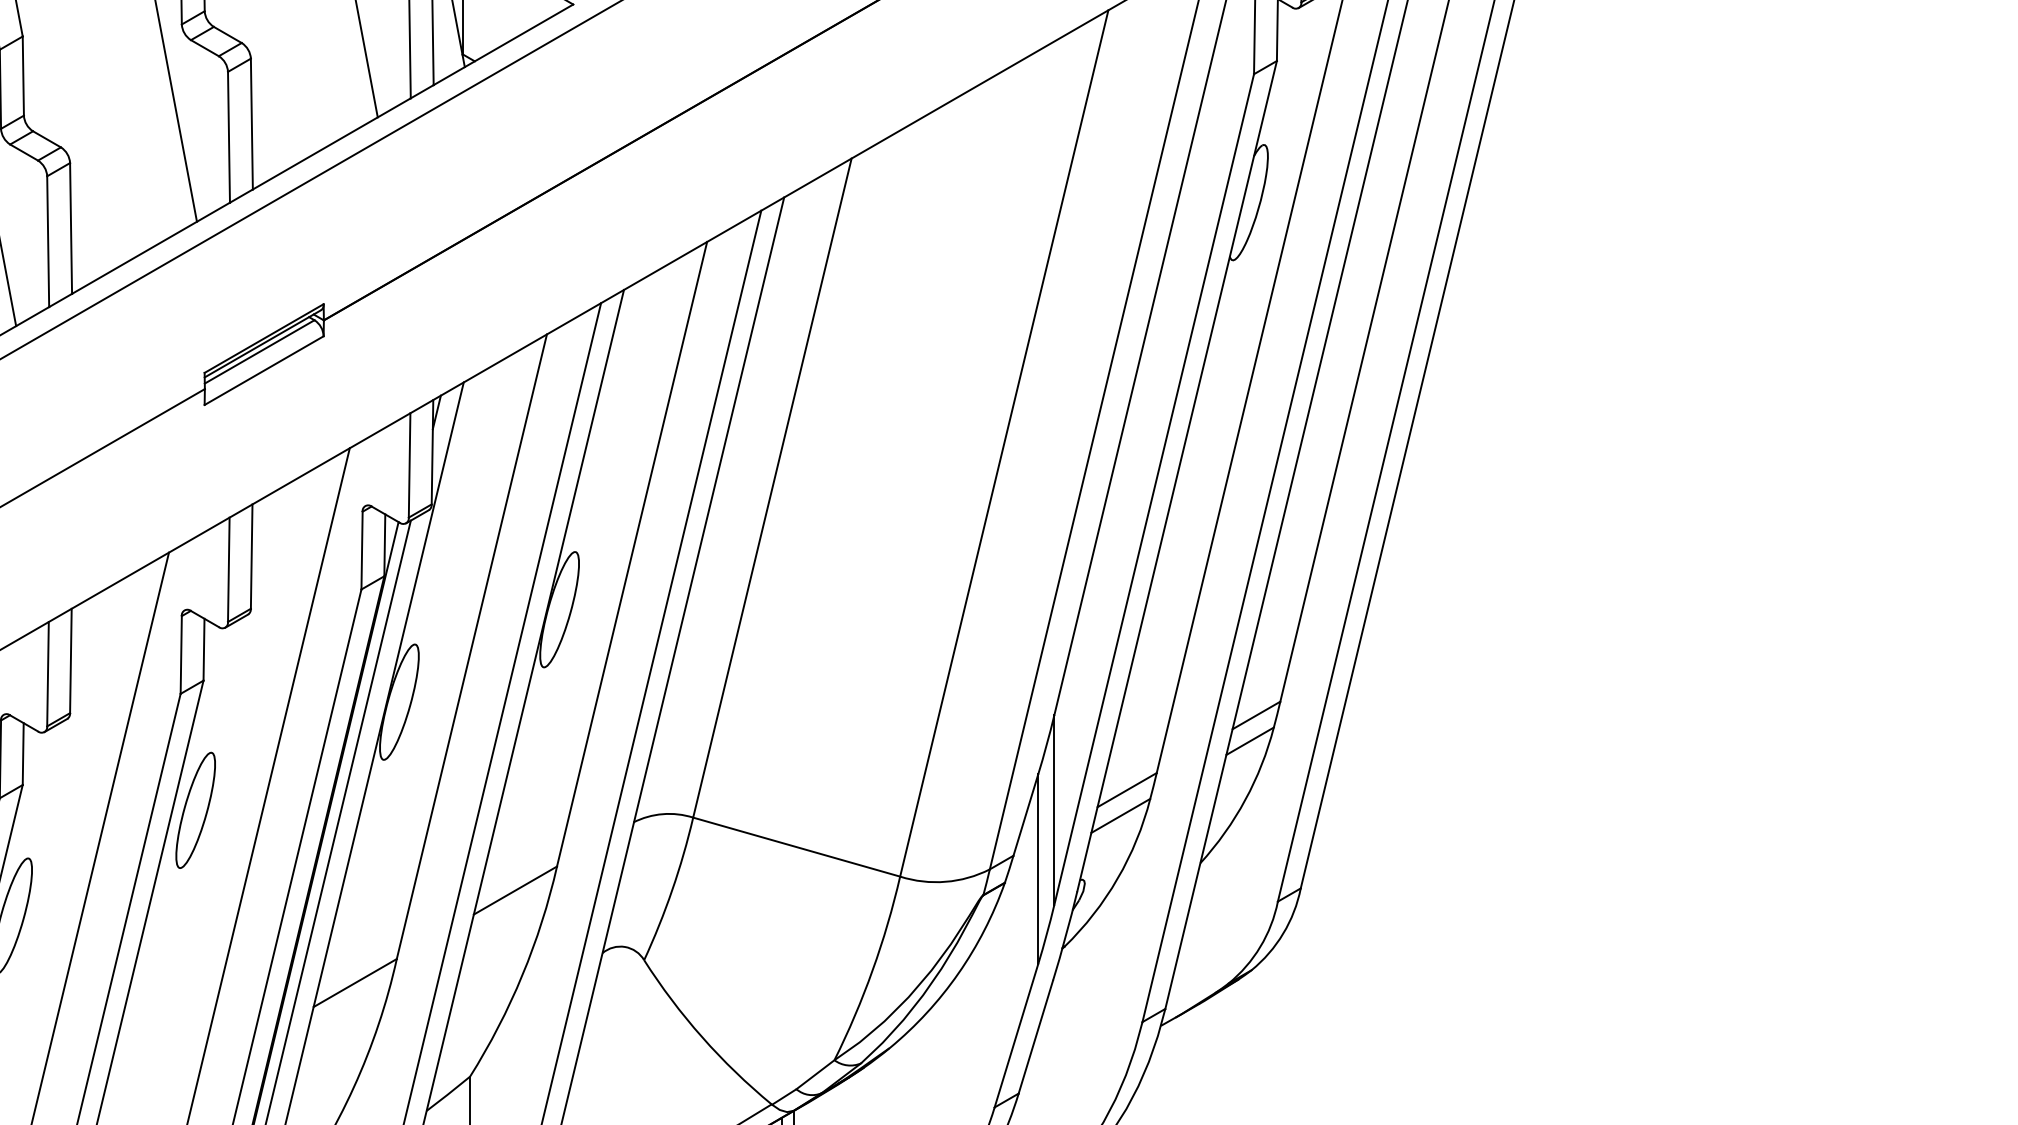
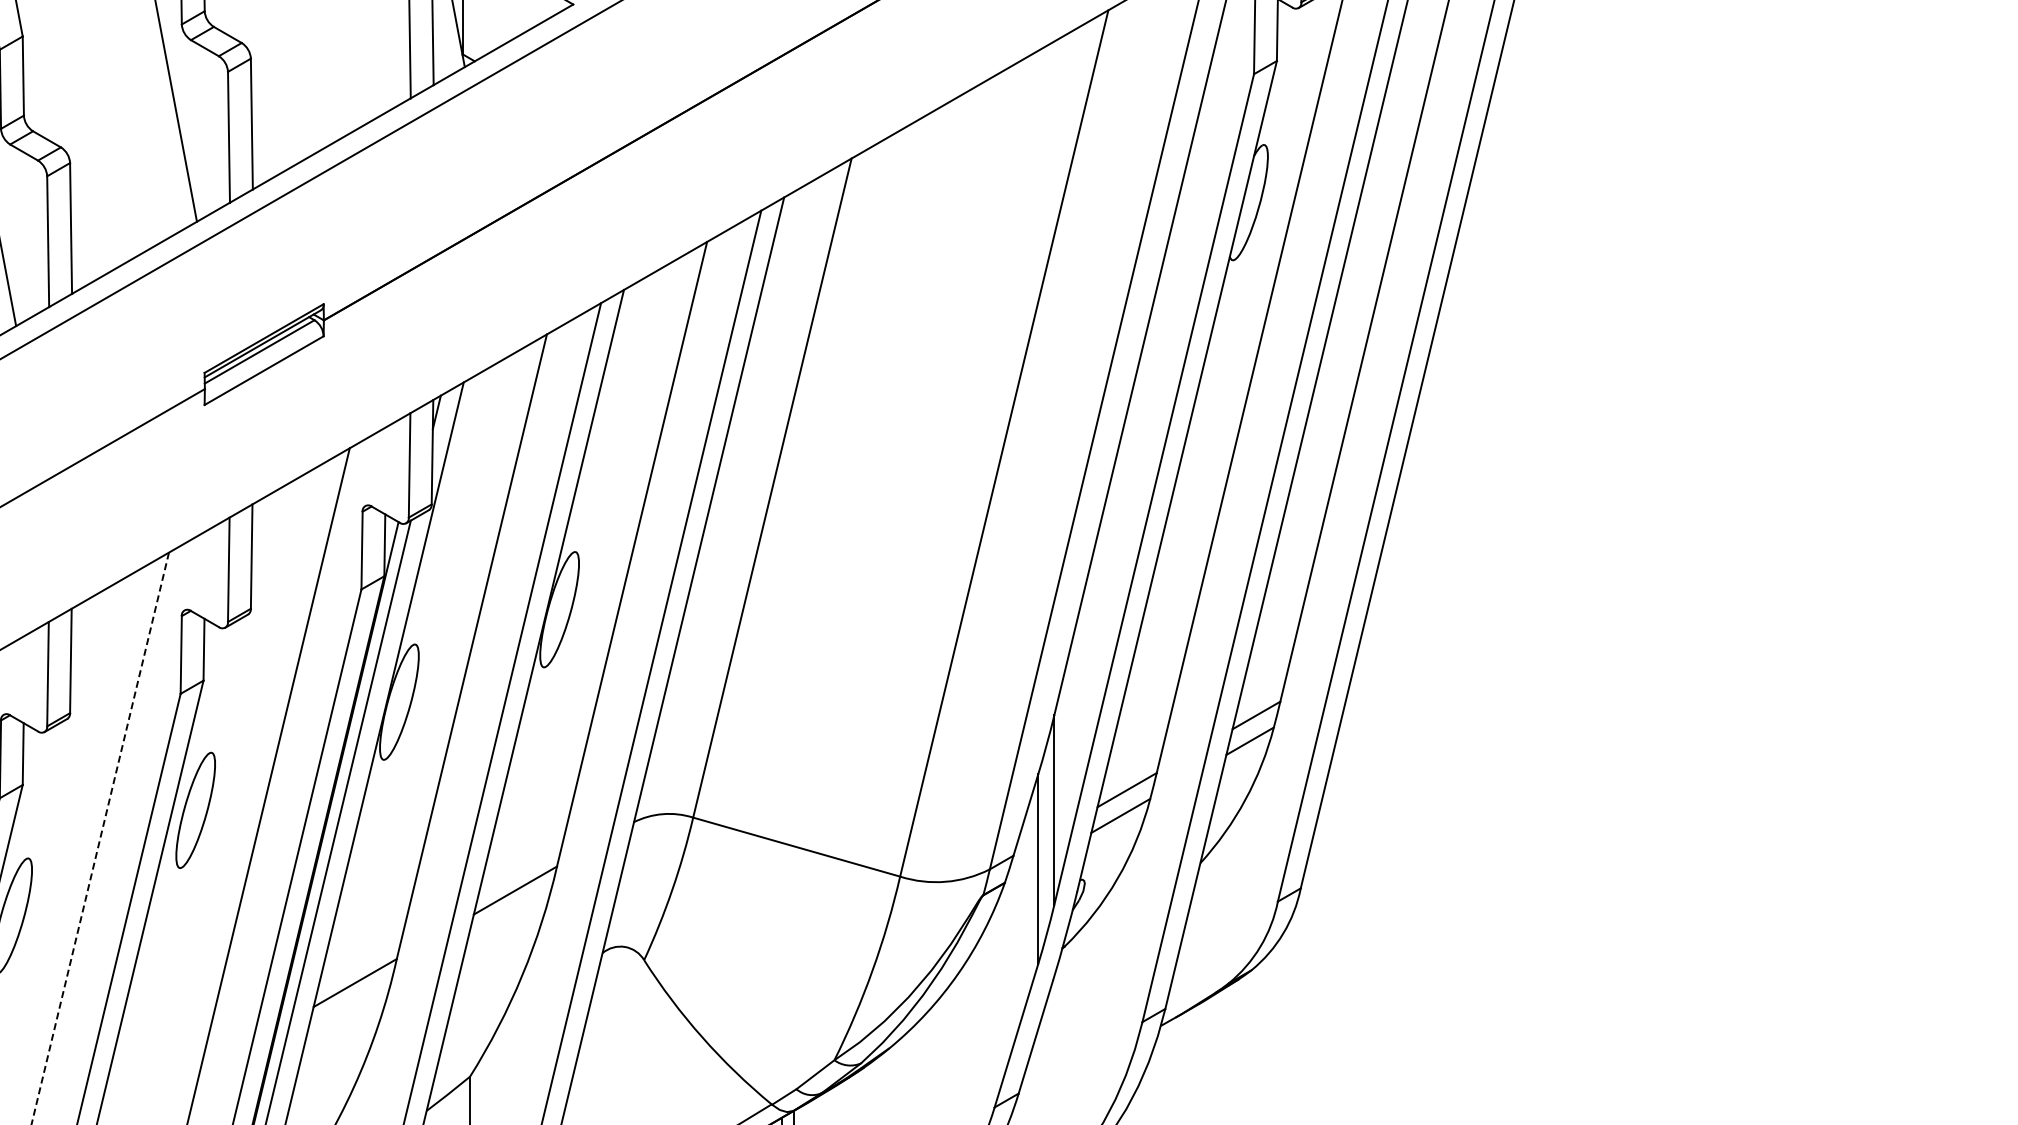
line at (366, 59): present -> none
line at (100, 839): solid -> dashed
